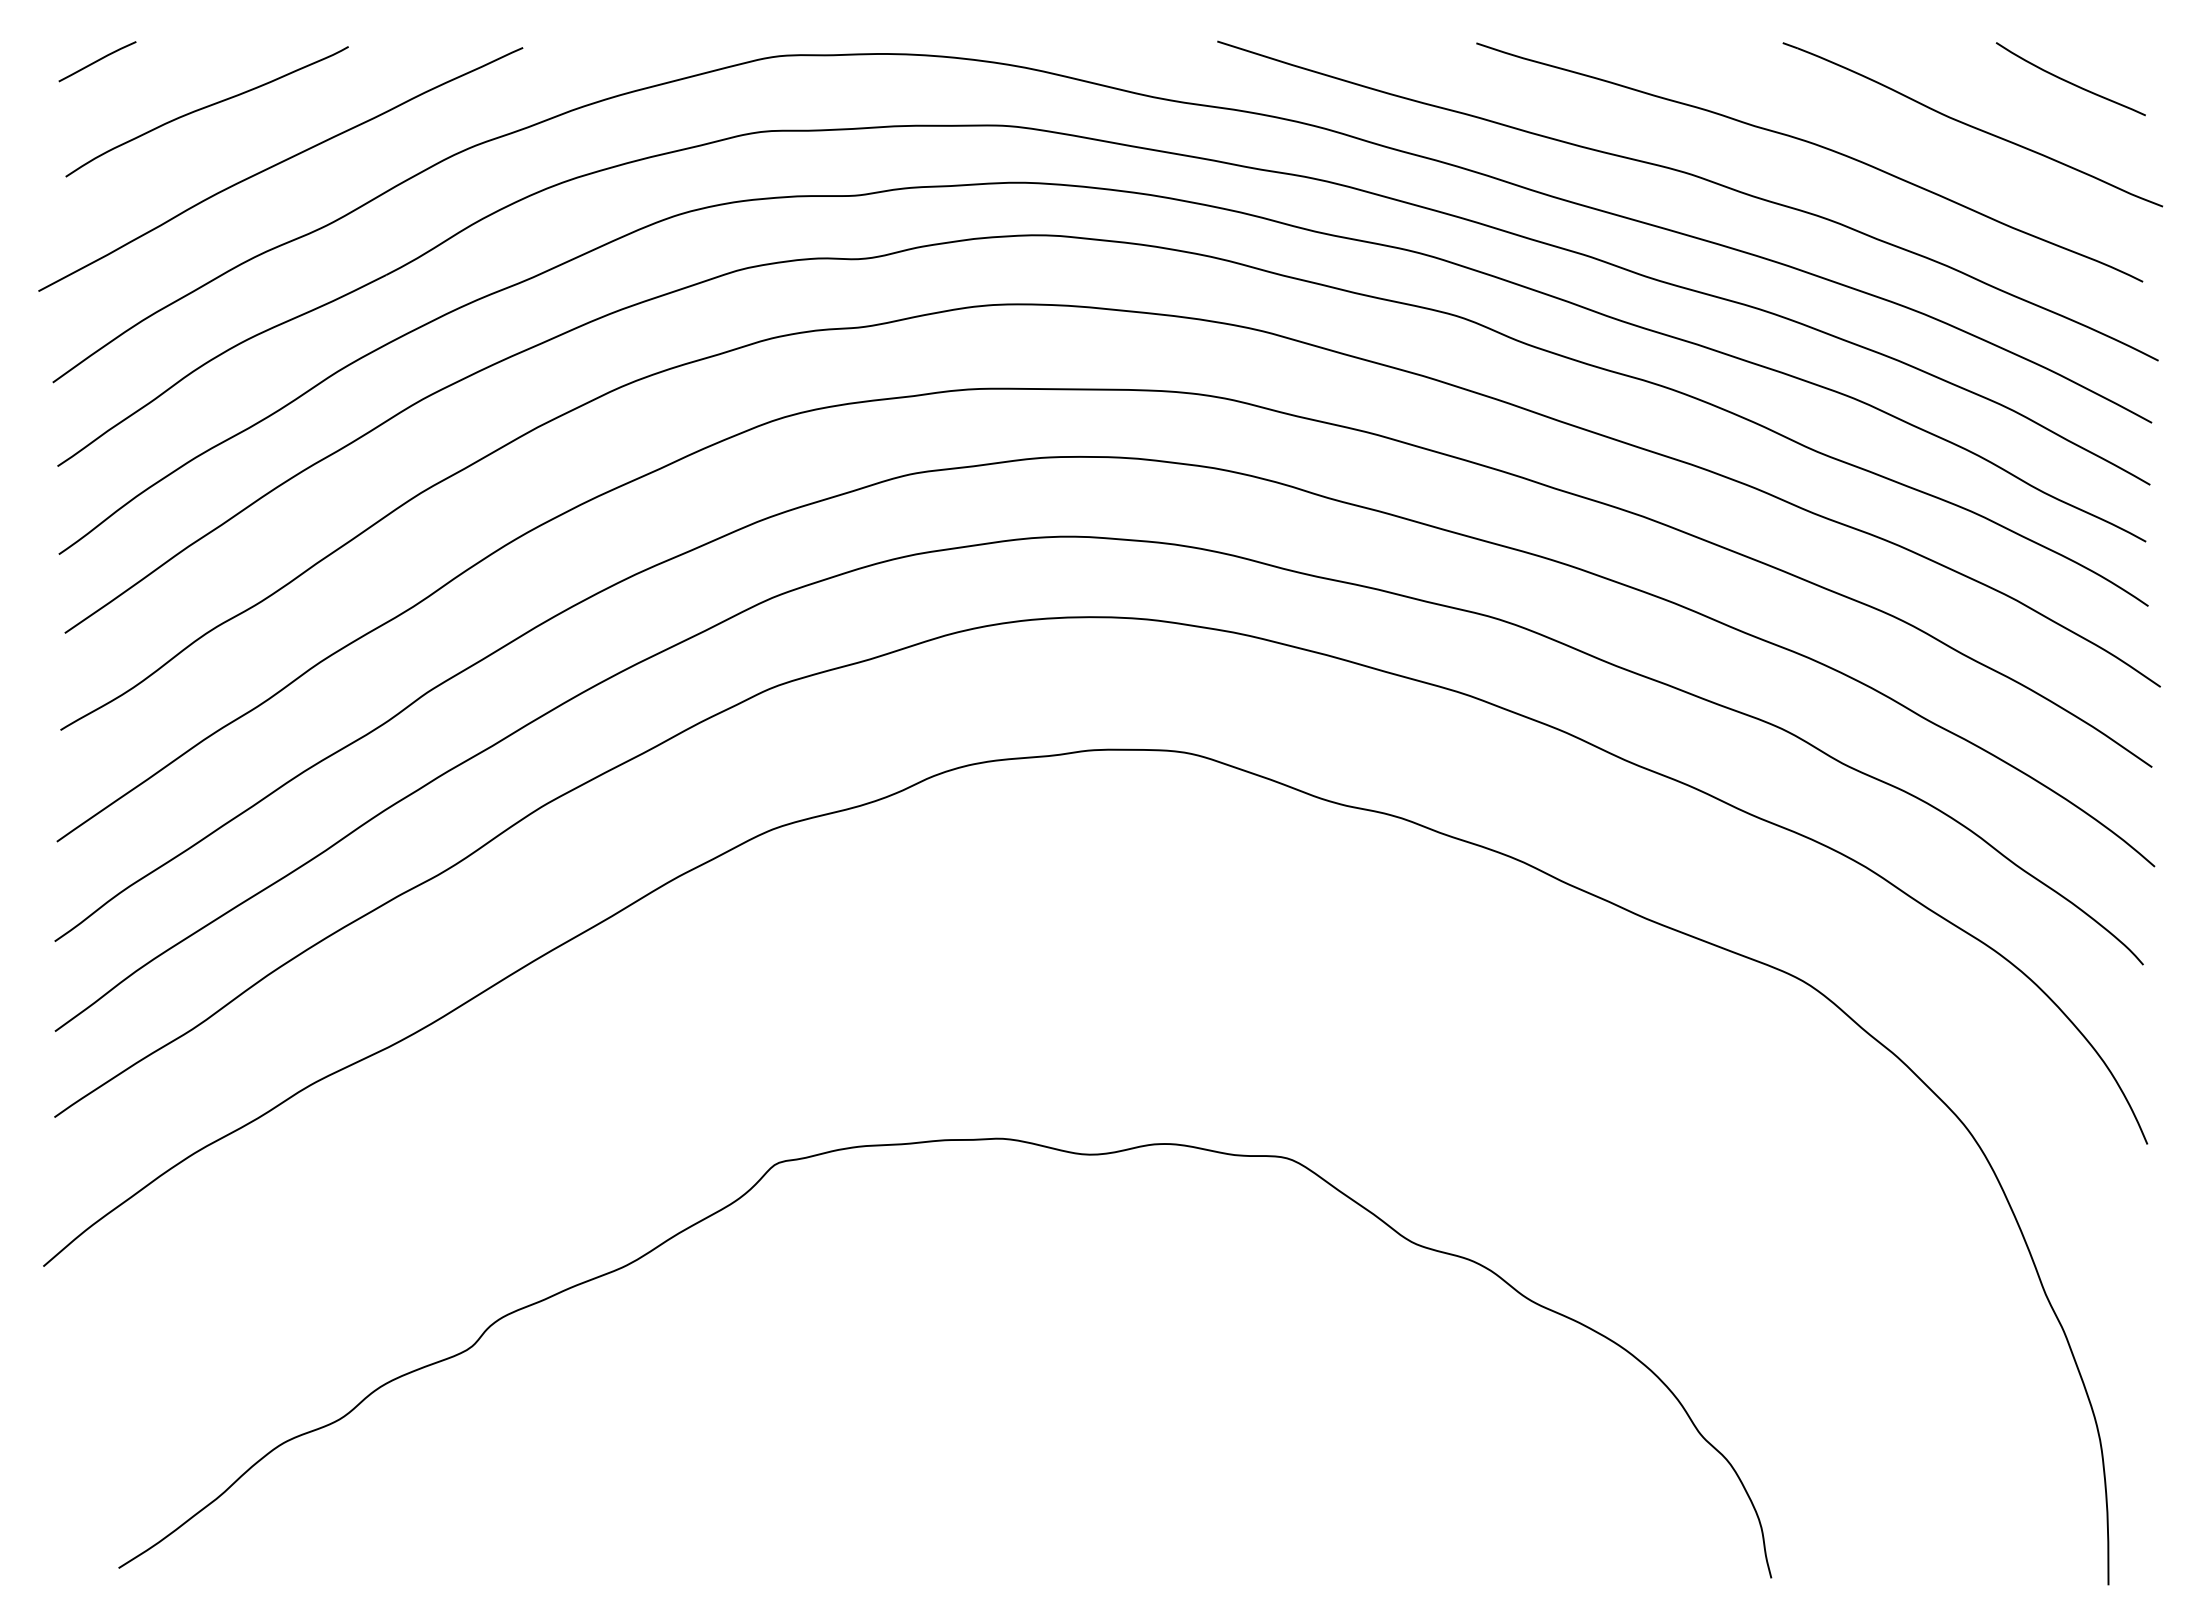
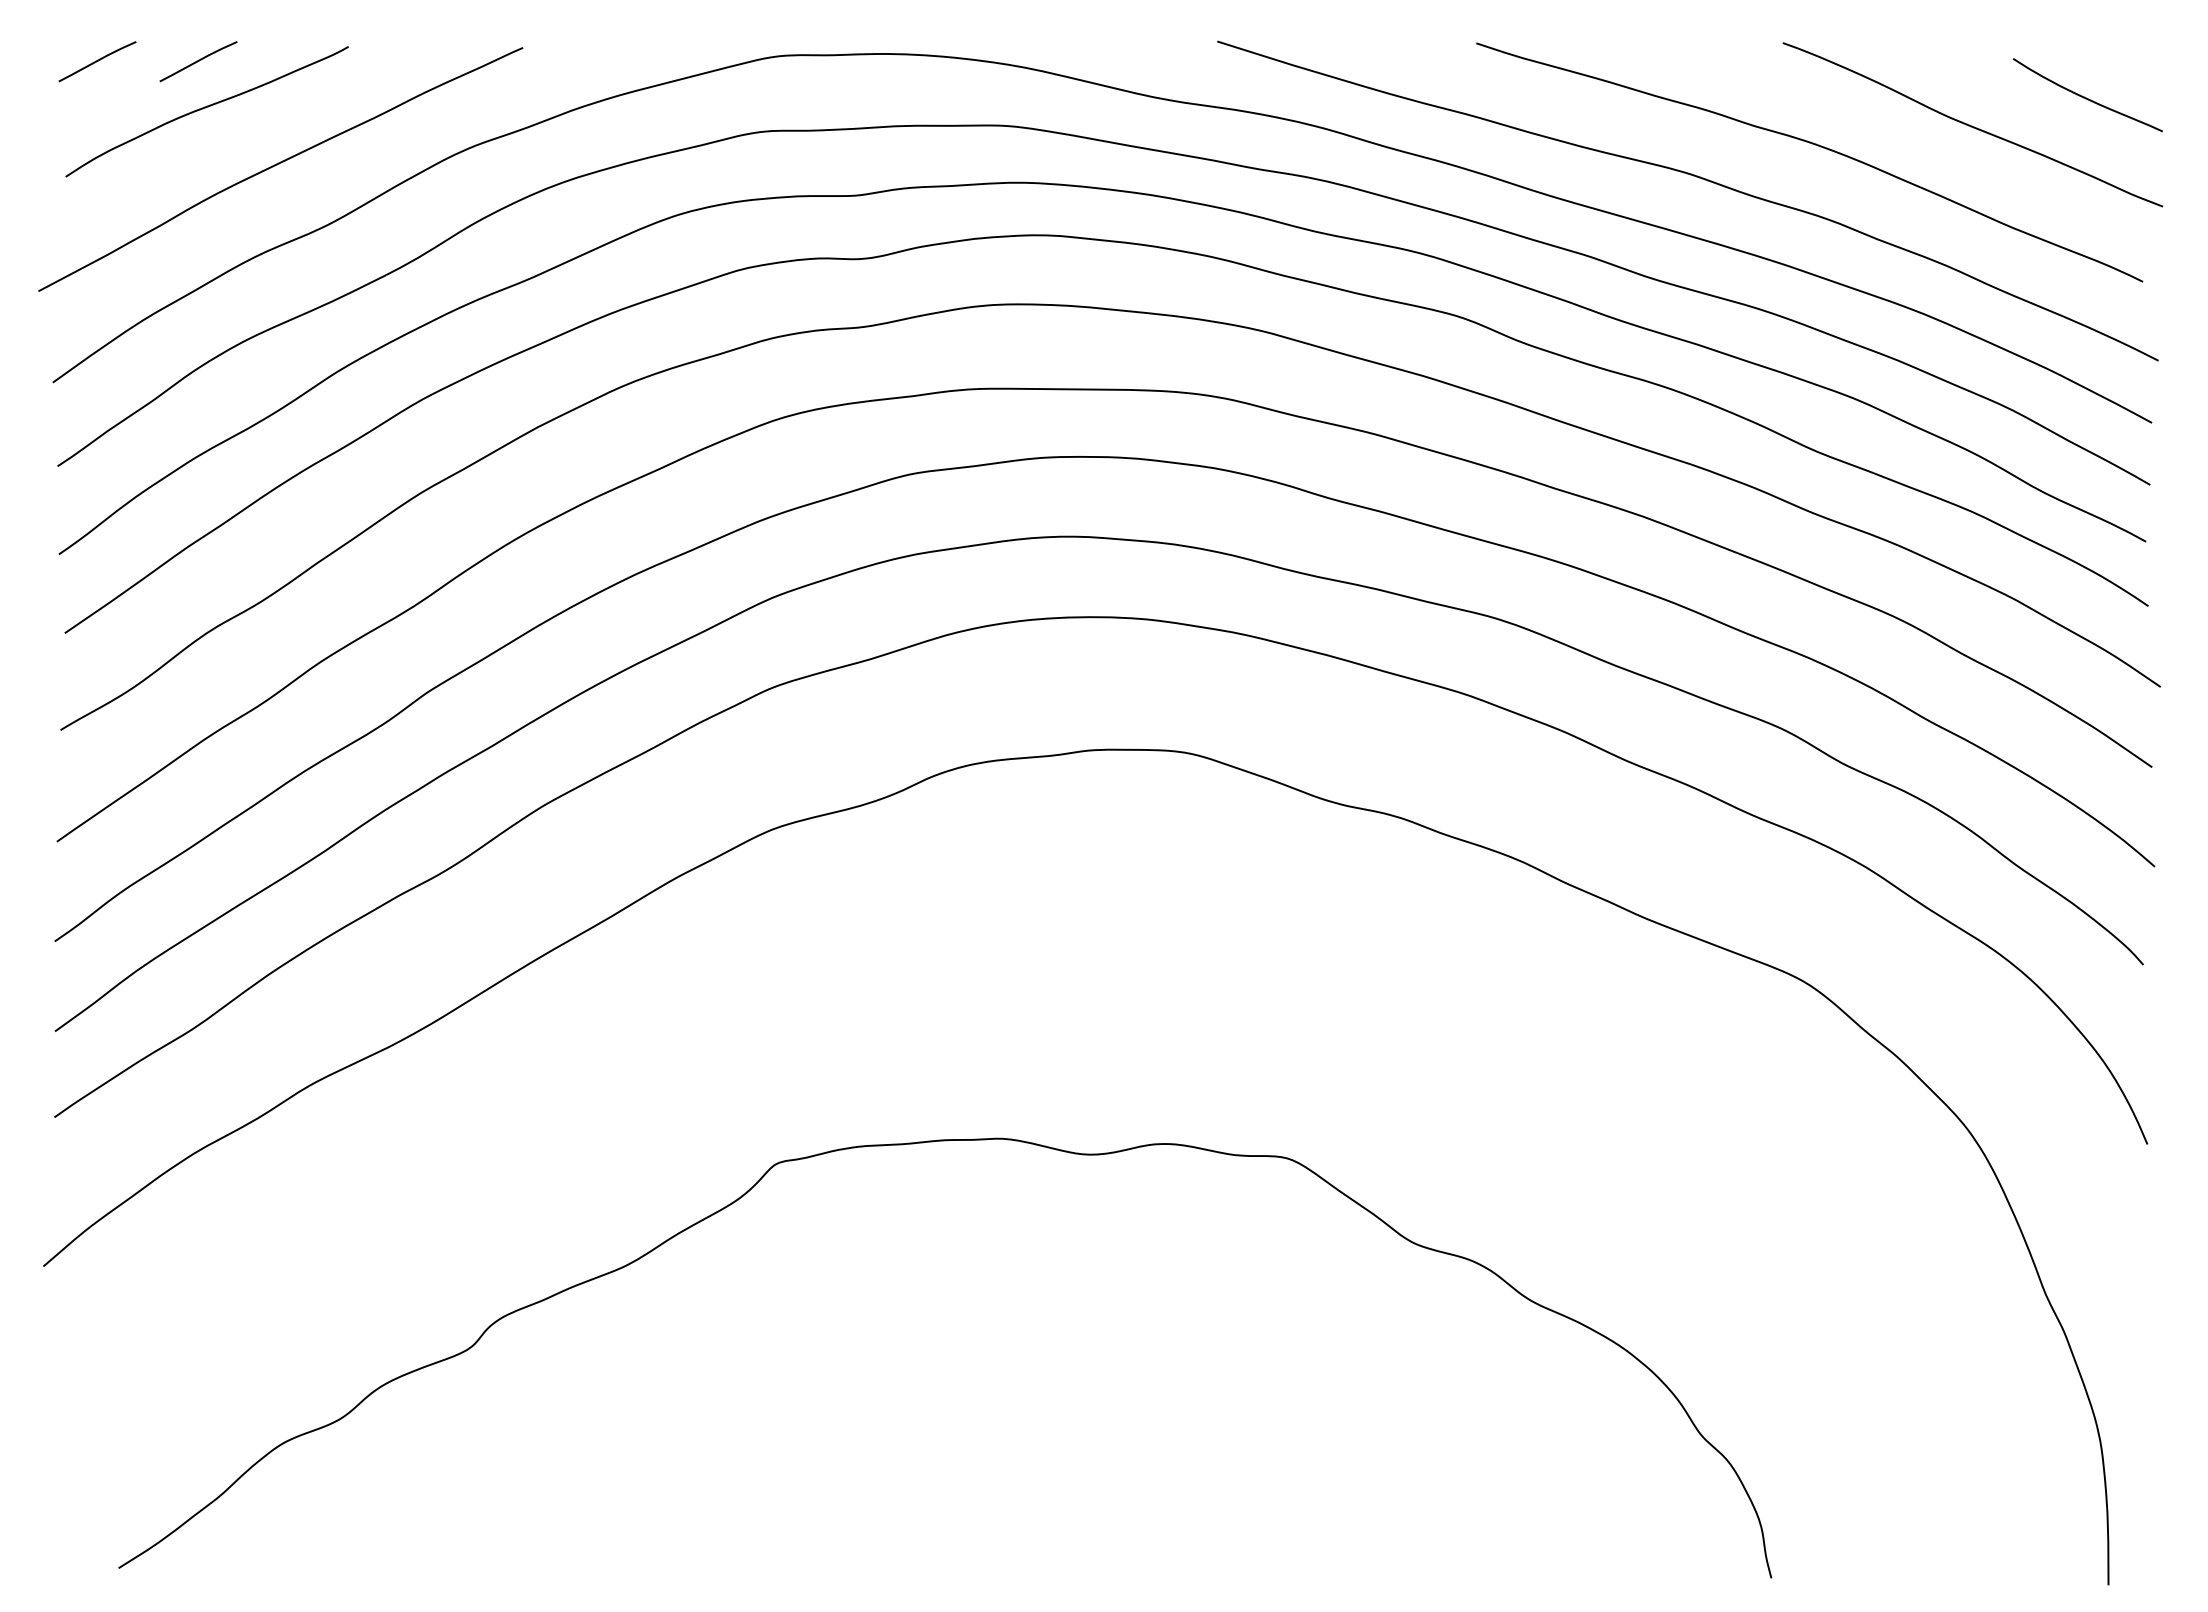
line at (198, 61): none -> present
curve at (2069, 81) position: (2069, 81) -> (2086, 97)
